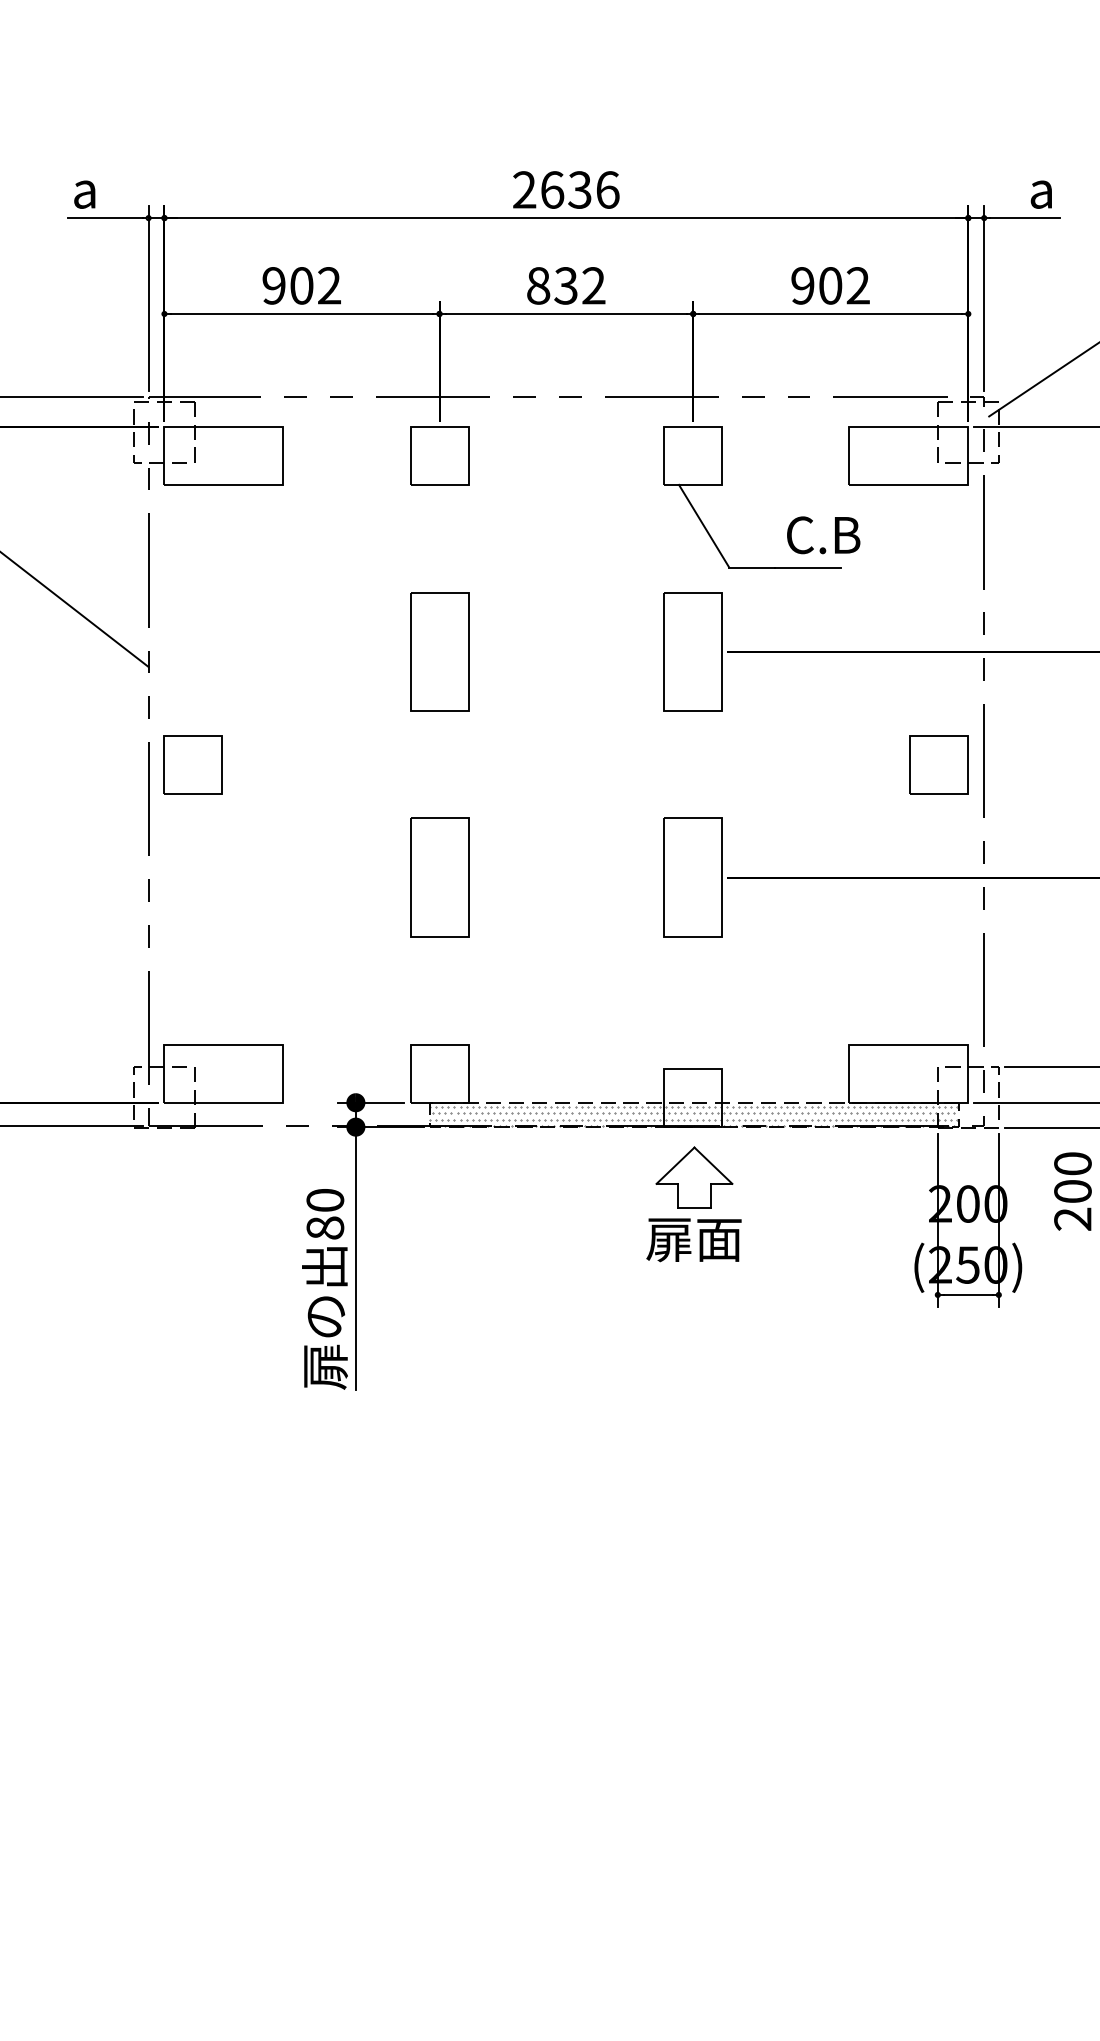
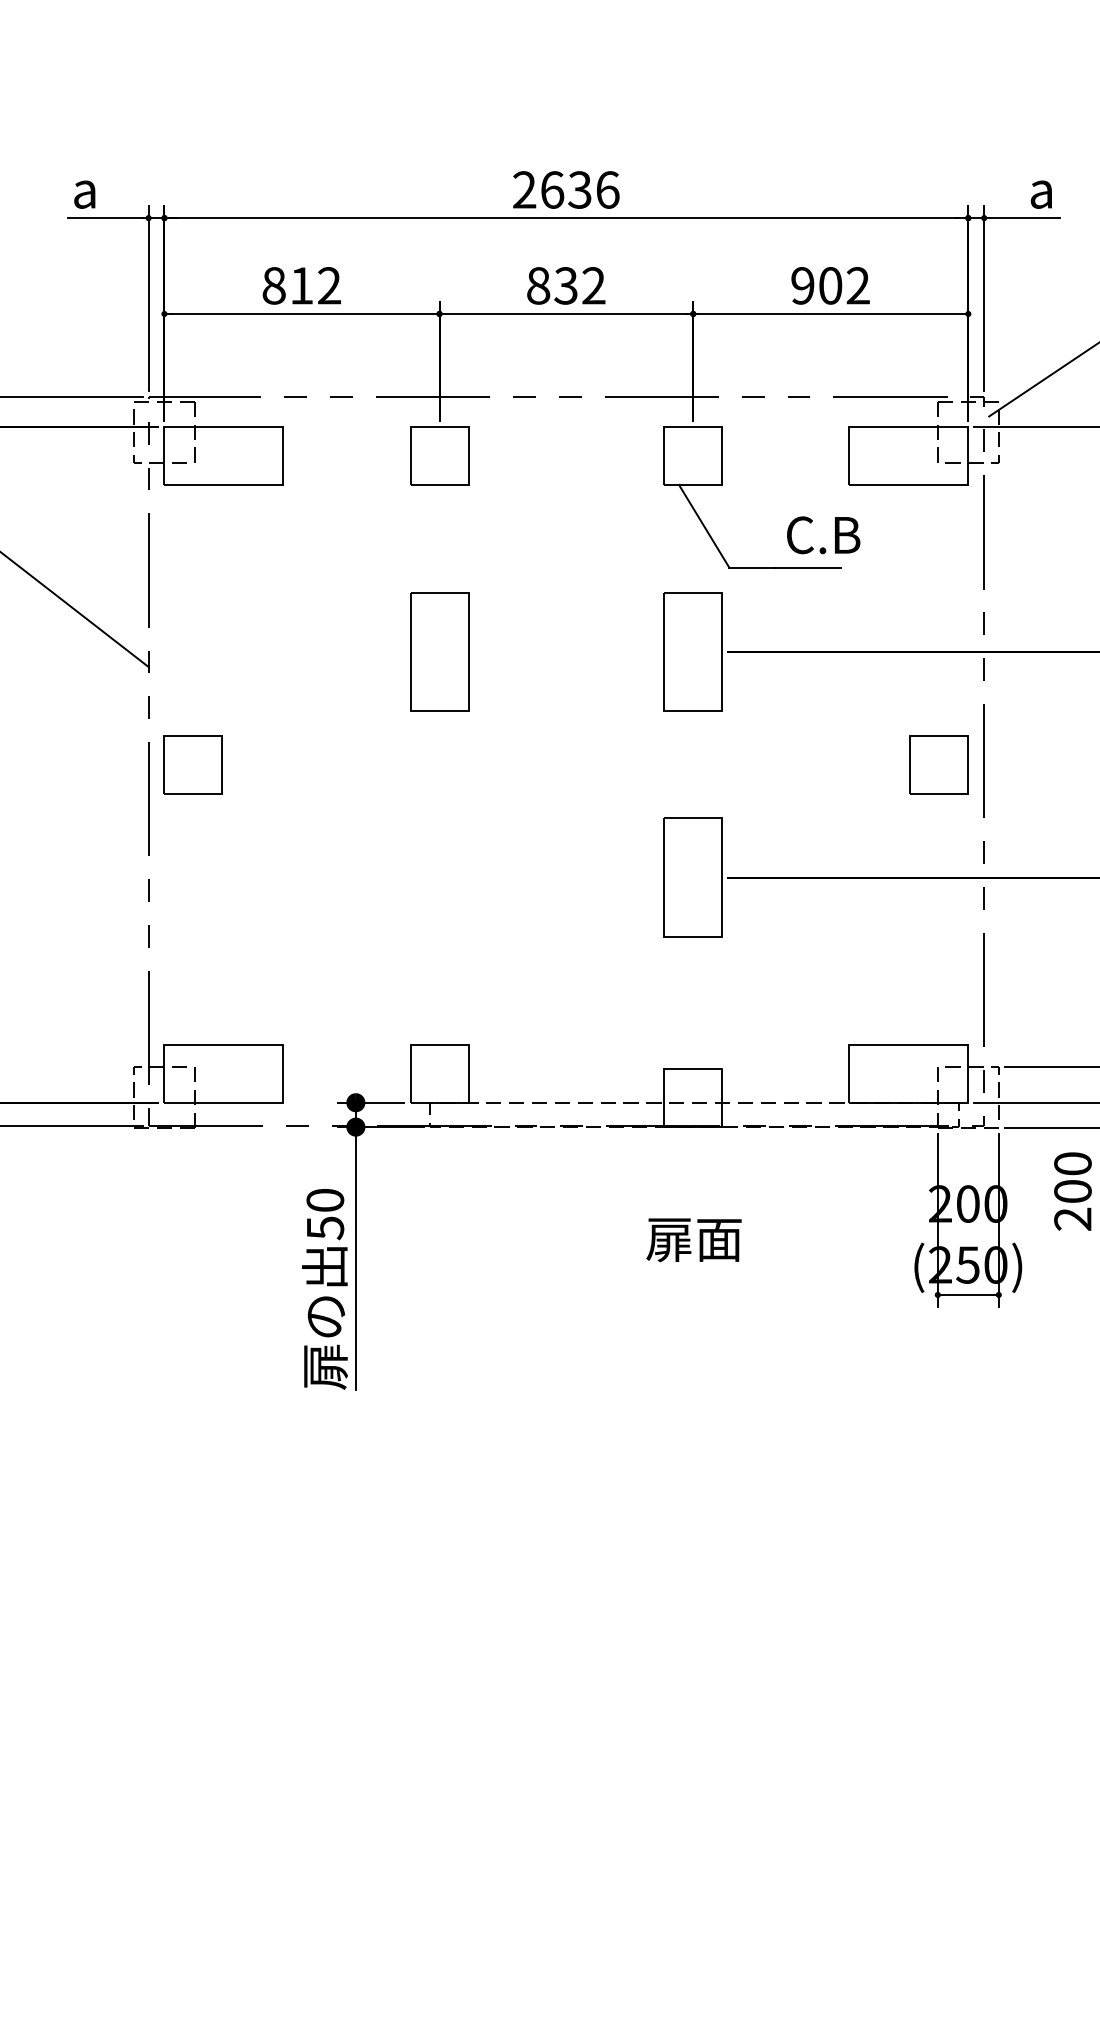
text at (287, 285): 902 -> 812
part at (439, 877): present -> none
hatch at (693, 1116): present -> none
part at (694, 1177): present -> none
text at (325, 1228): 80 -> 50
